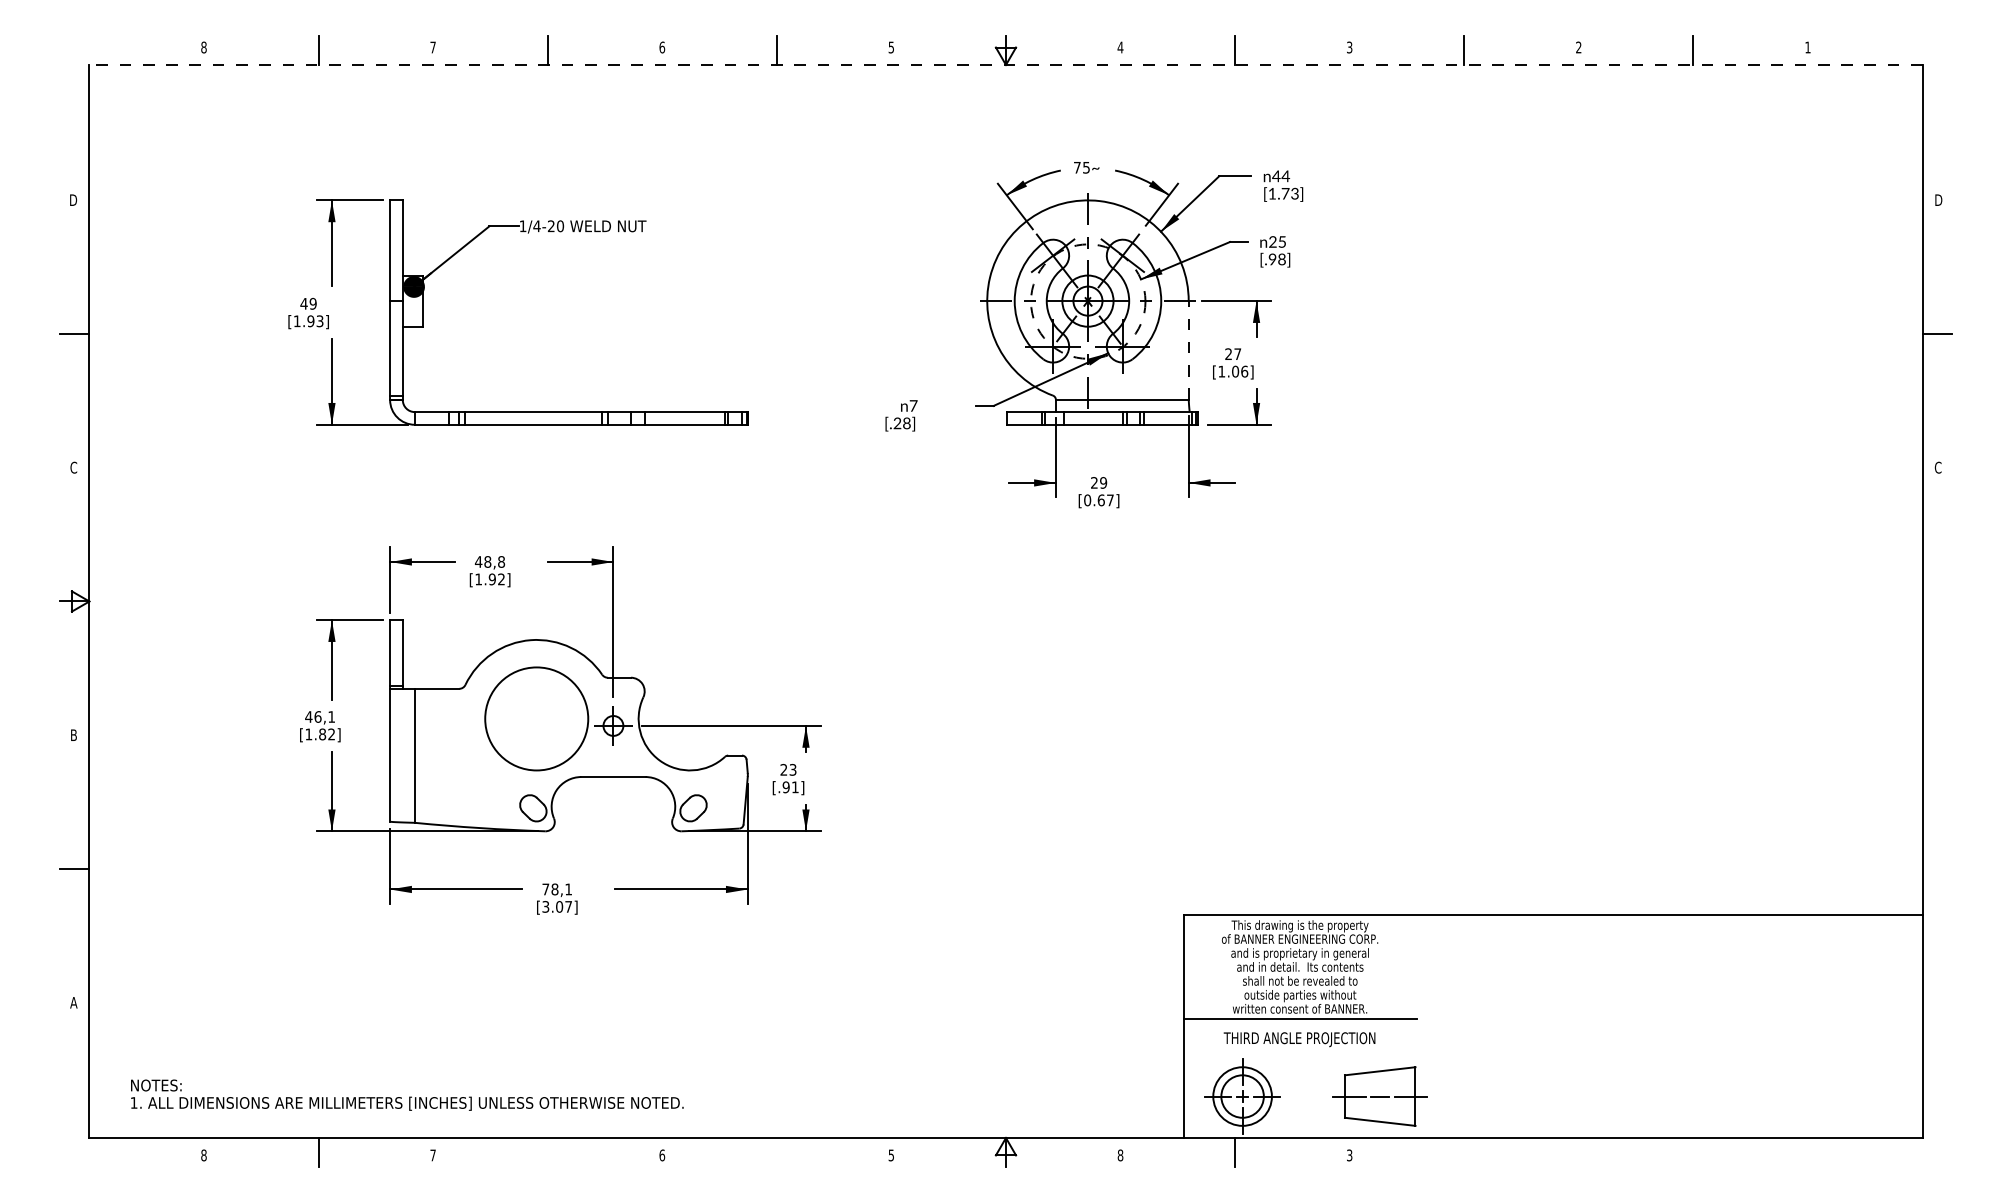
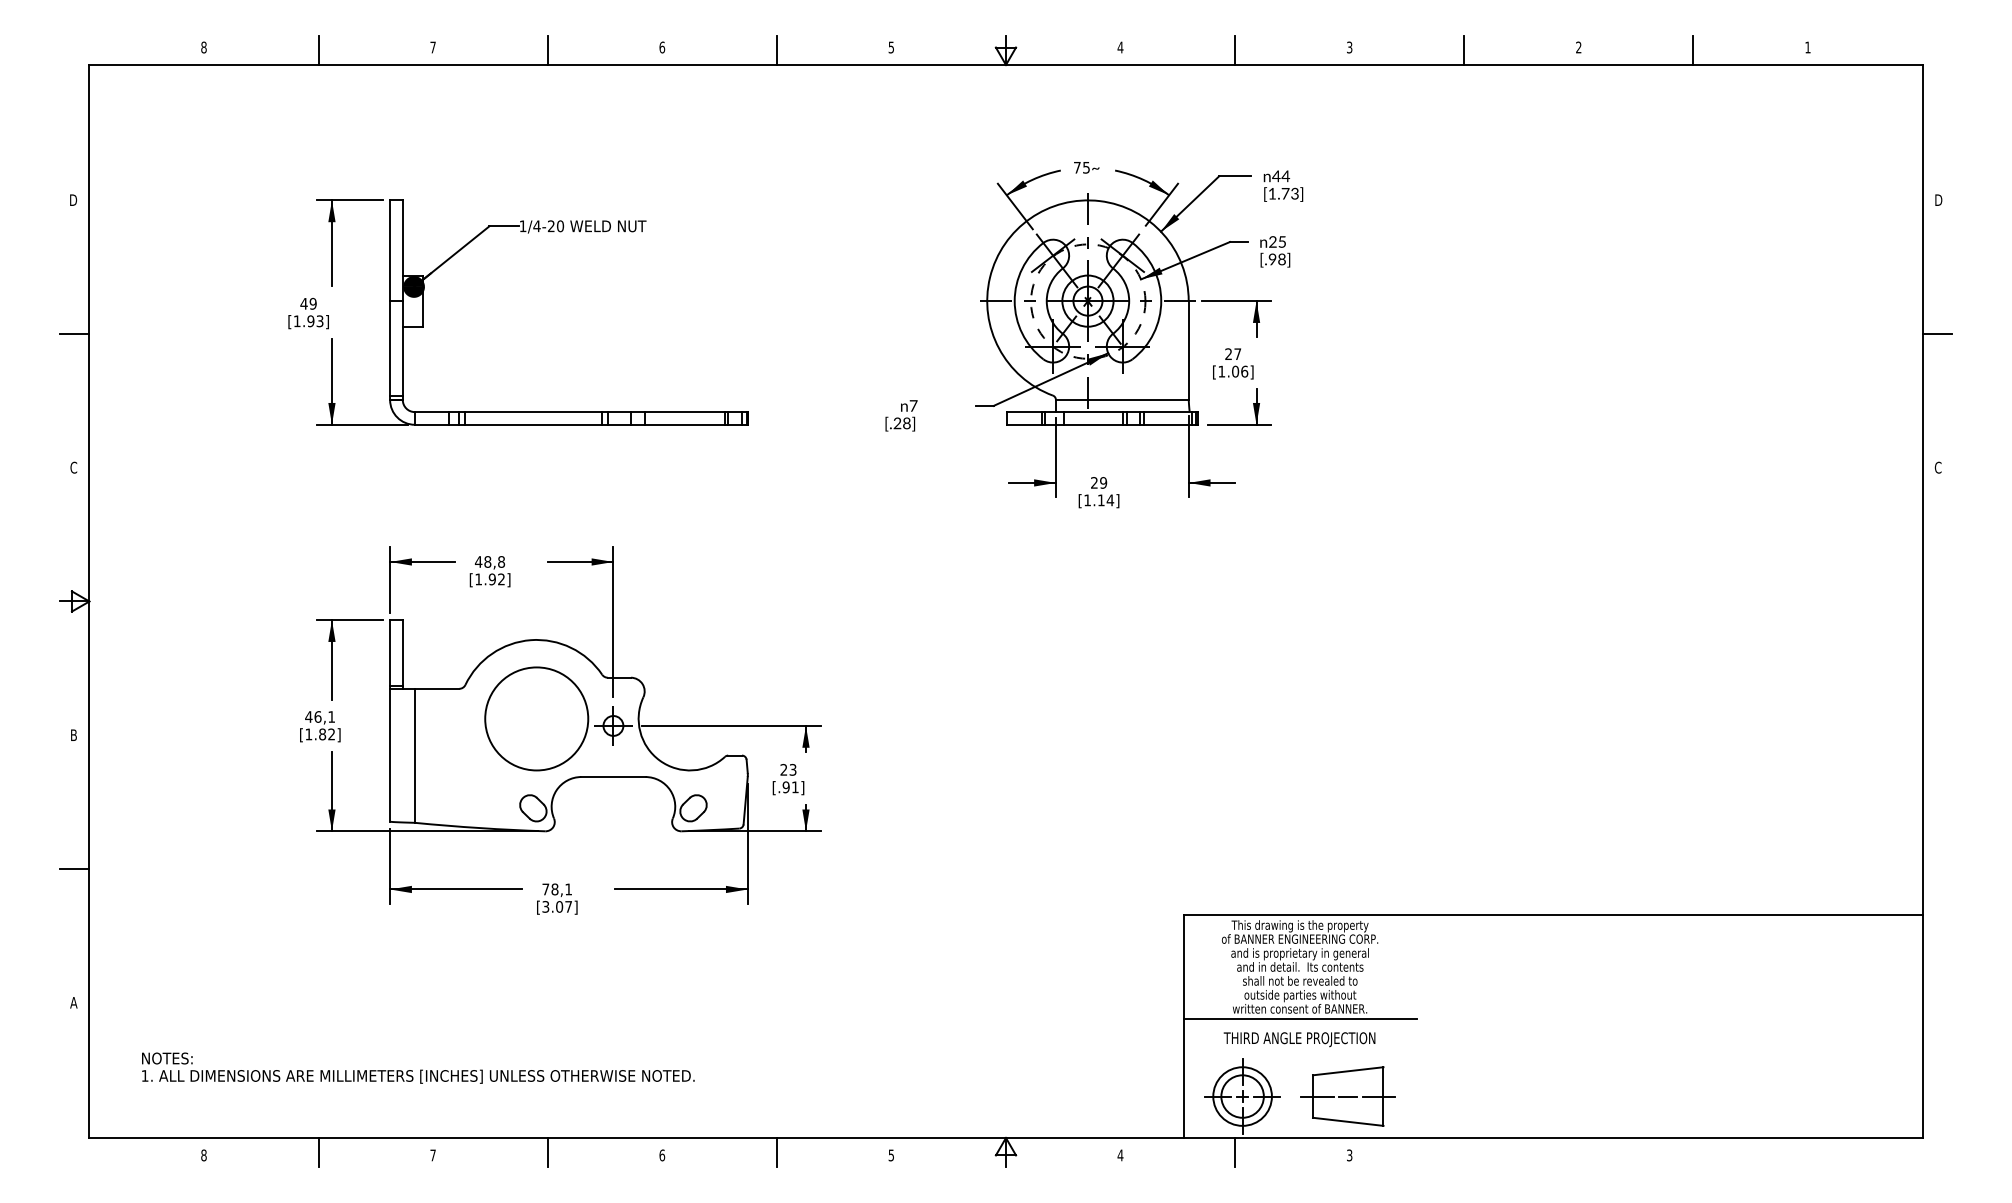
line at (1006, 64): dashed -> solid
line at (1188, 350): dashed -> solid
text at (1099, 500): [0.67] -> [1.14]
text at (407, 1094) position: (407, 1094) -> (418, 1067)
part at (1379, 1096) position: (1379, 1096) -> (1347, 1096)
line at (547, 1152): none -> present
line at (776, 1152): none -> present
text at (1120, 1155): 8 -> 4
